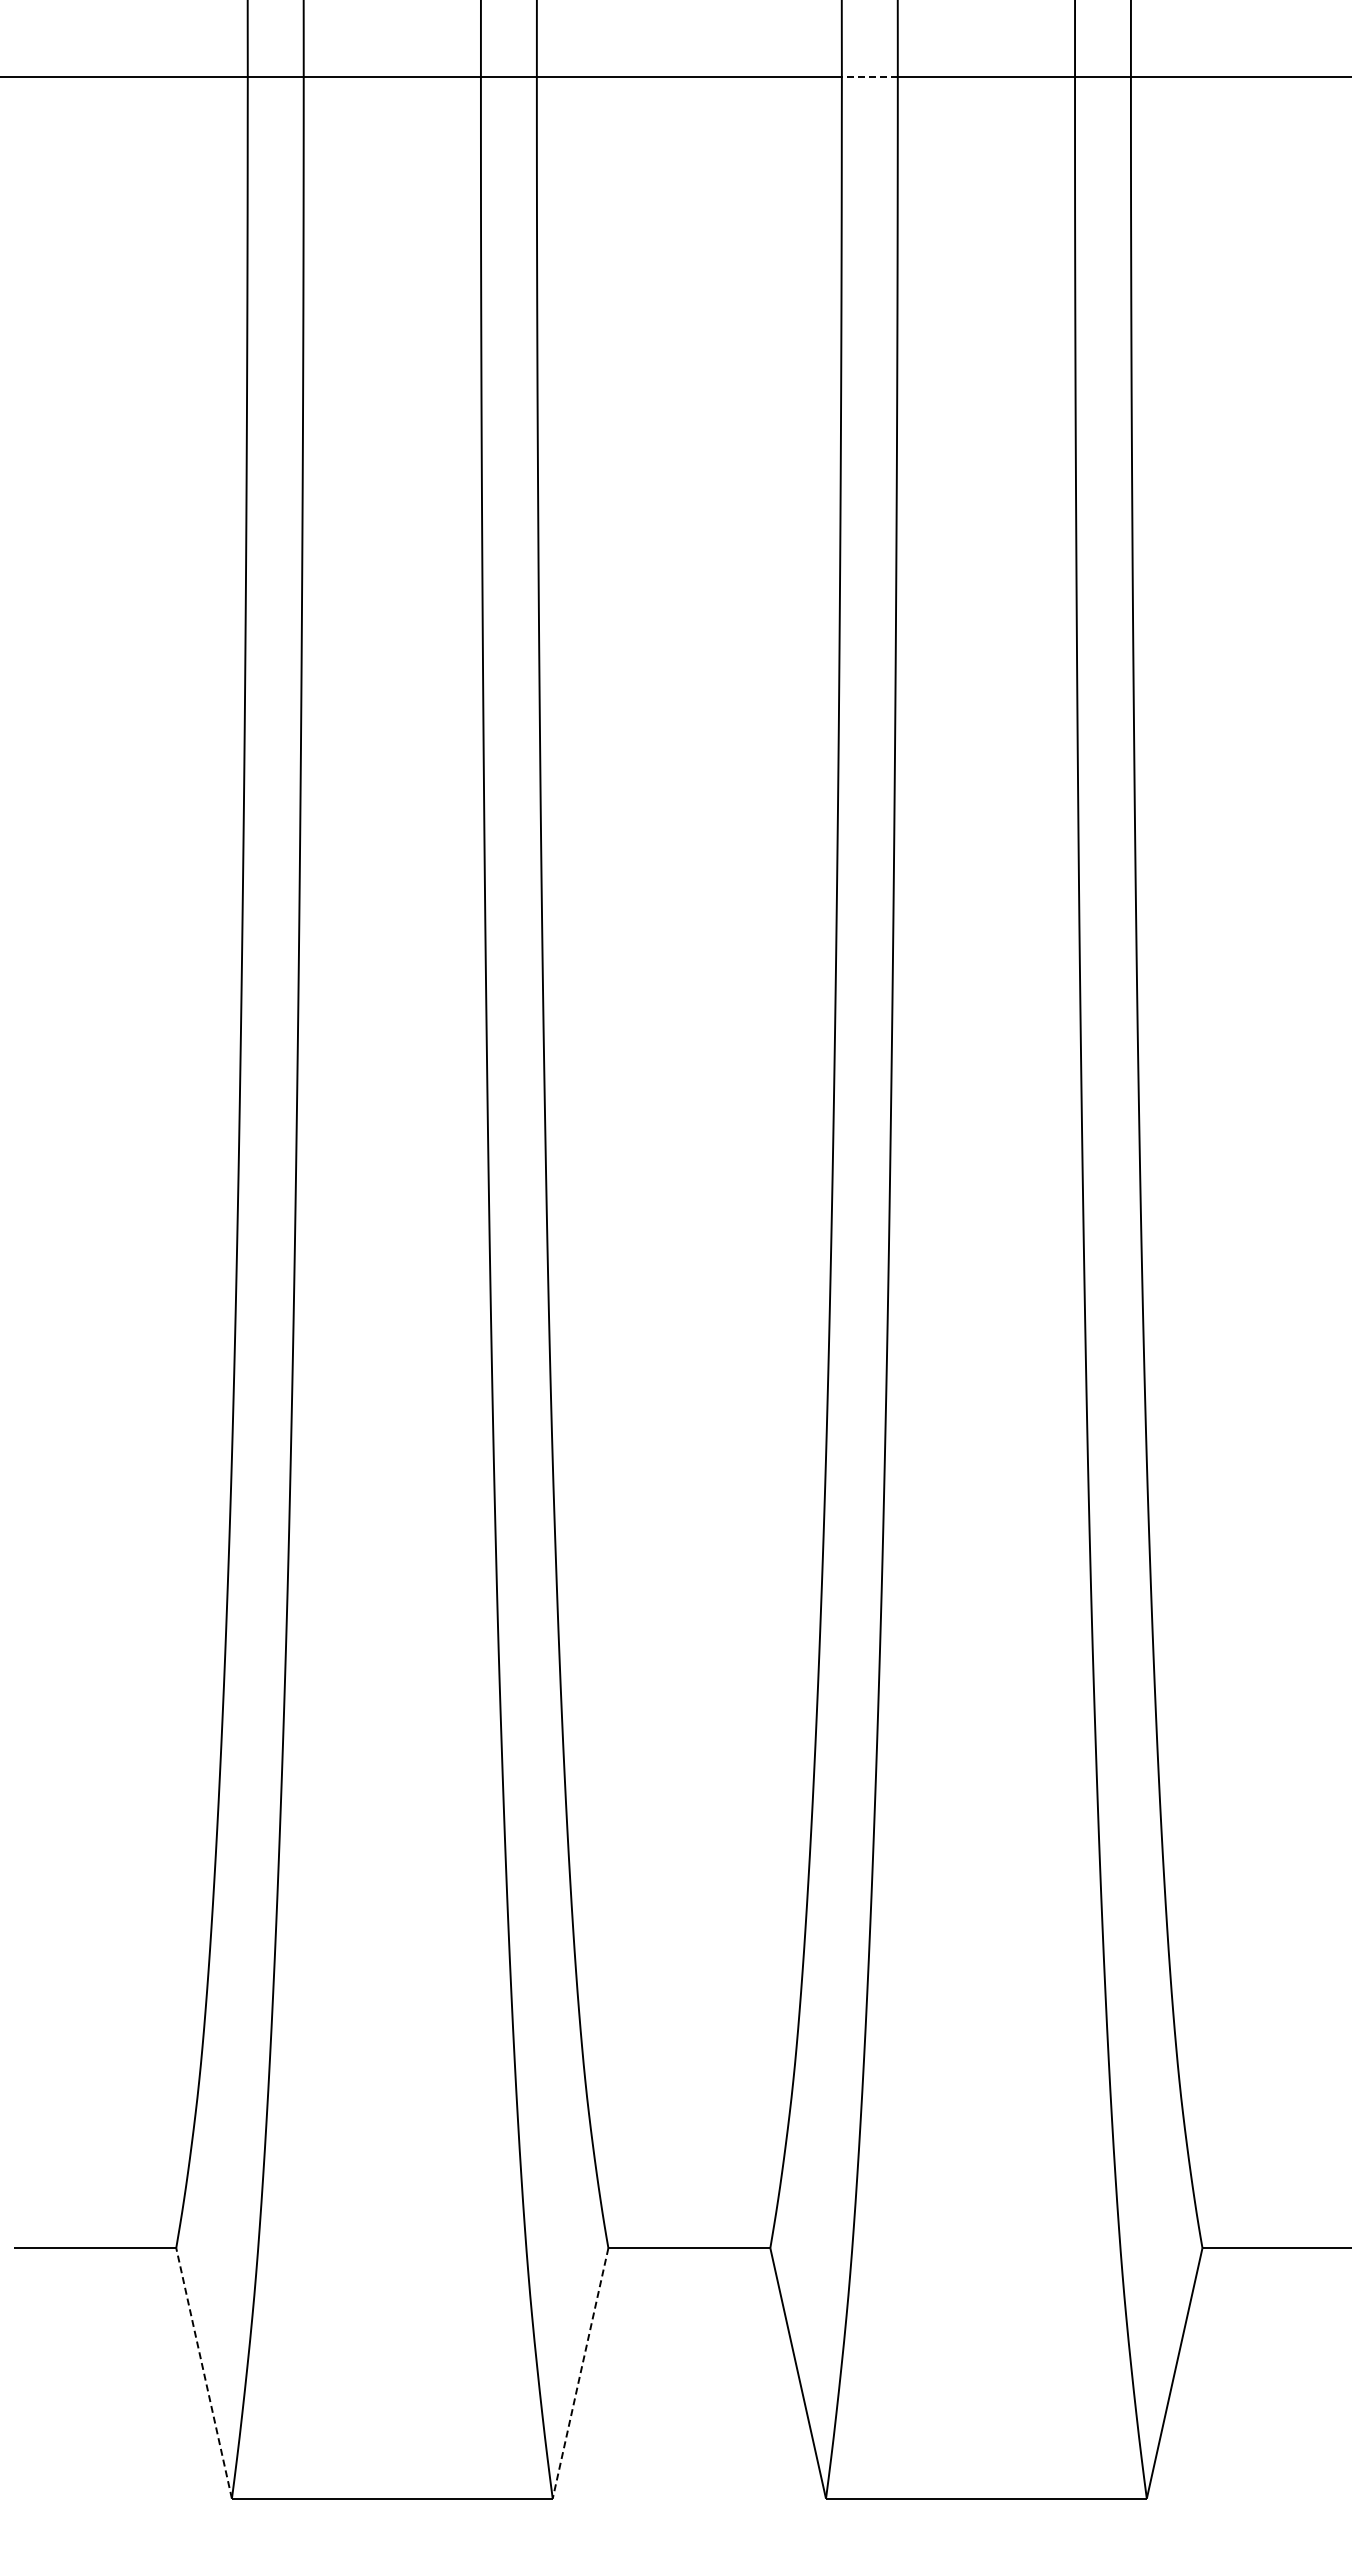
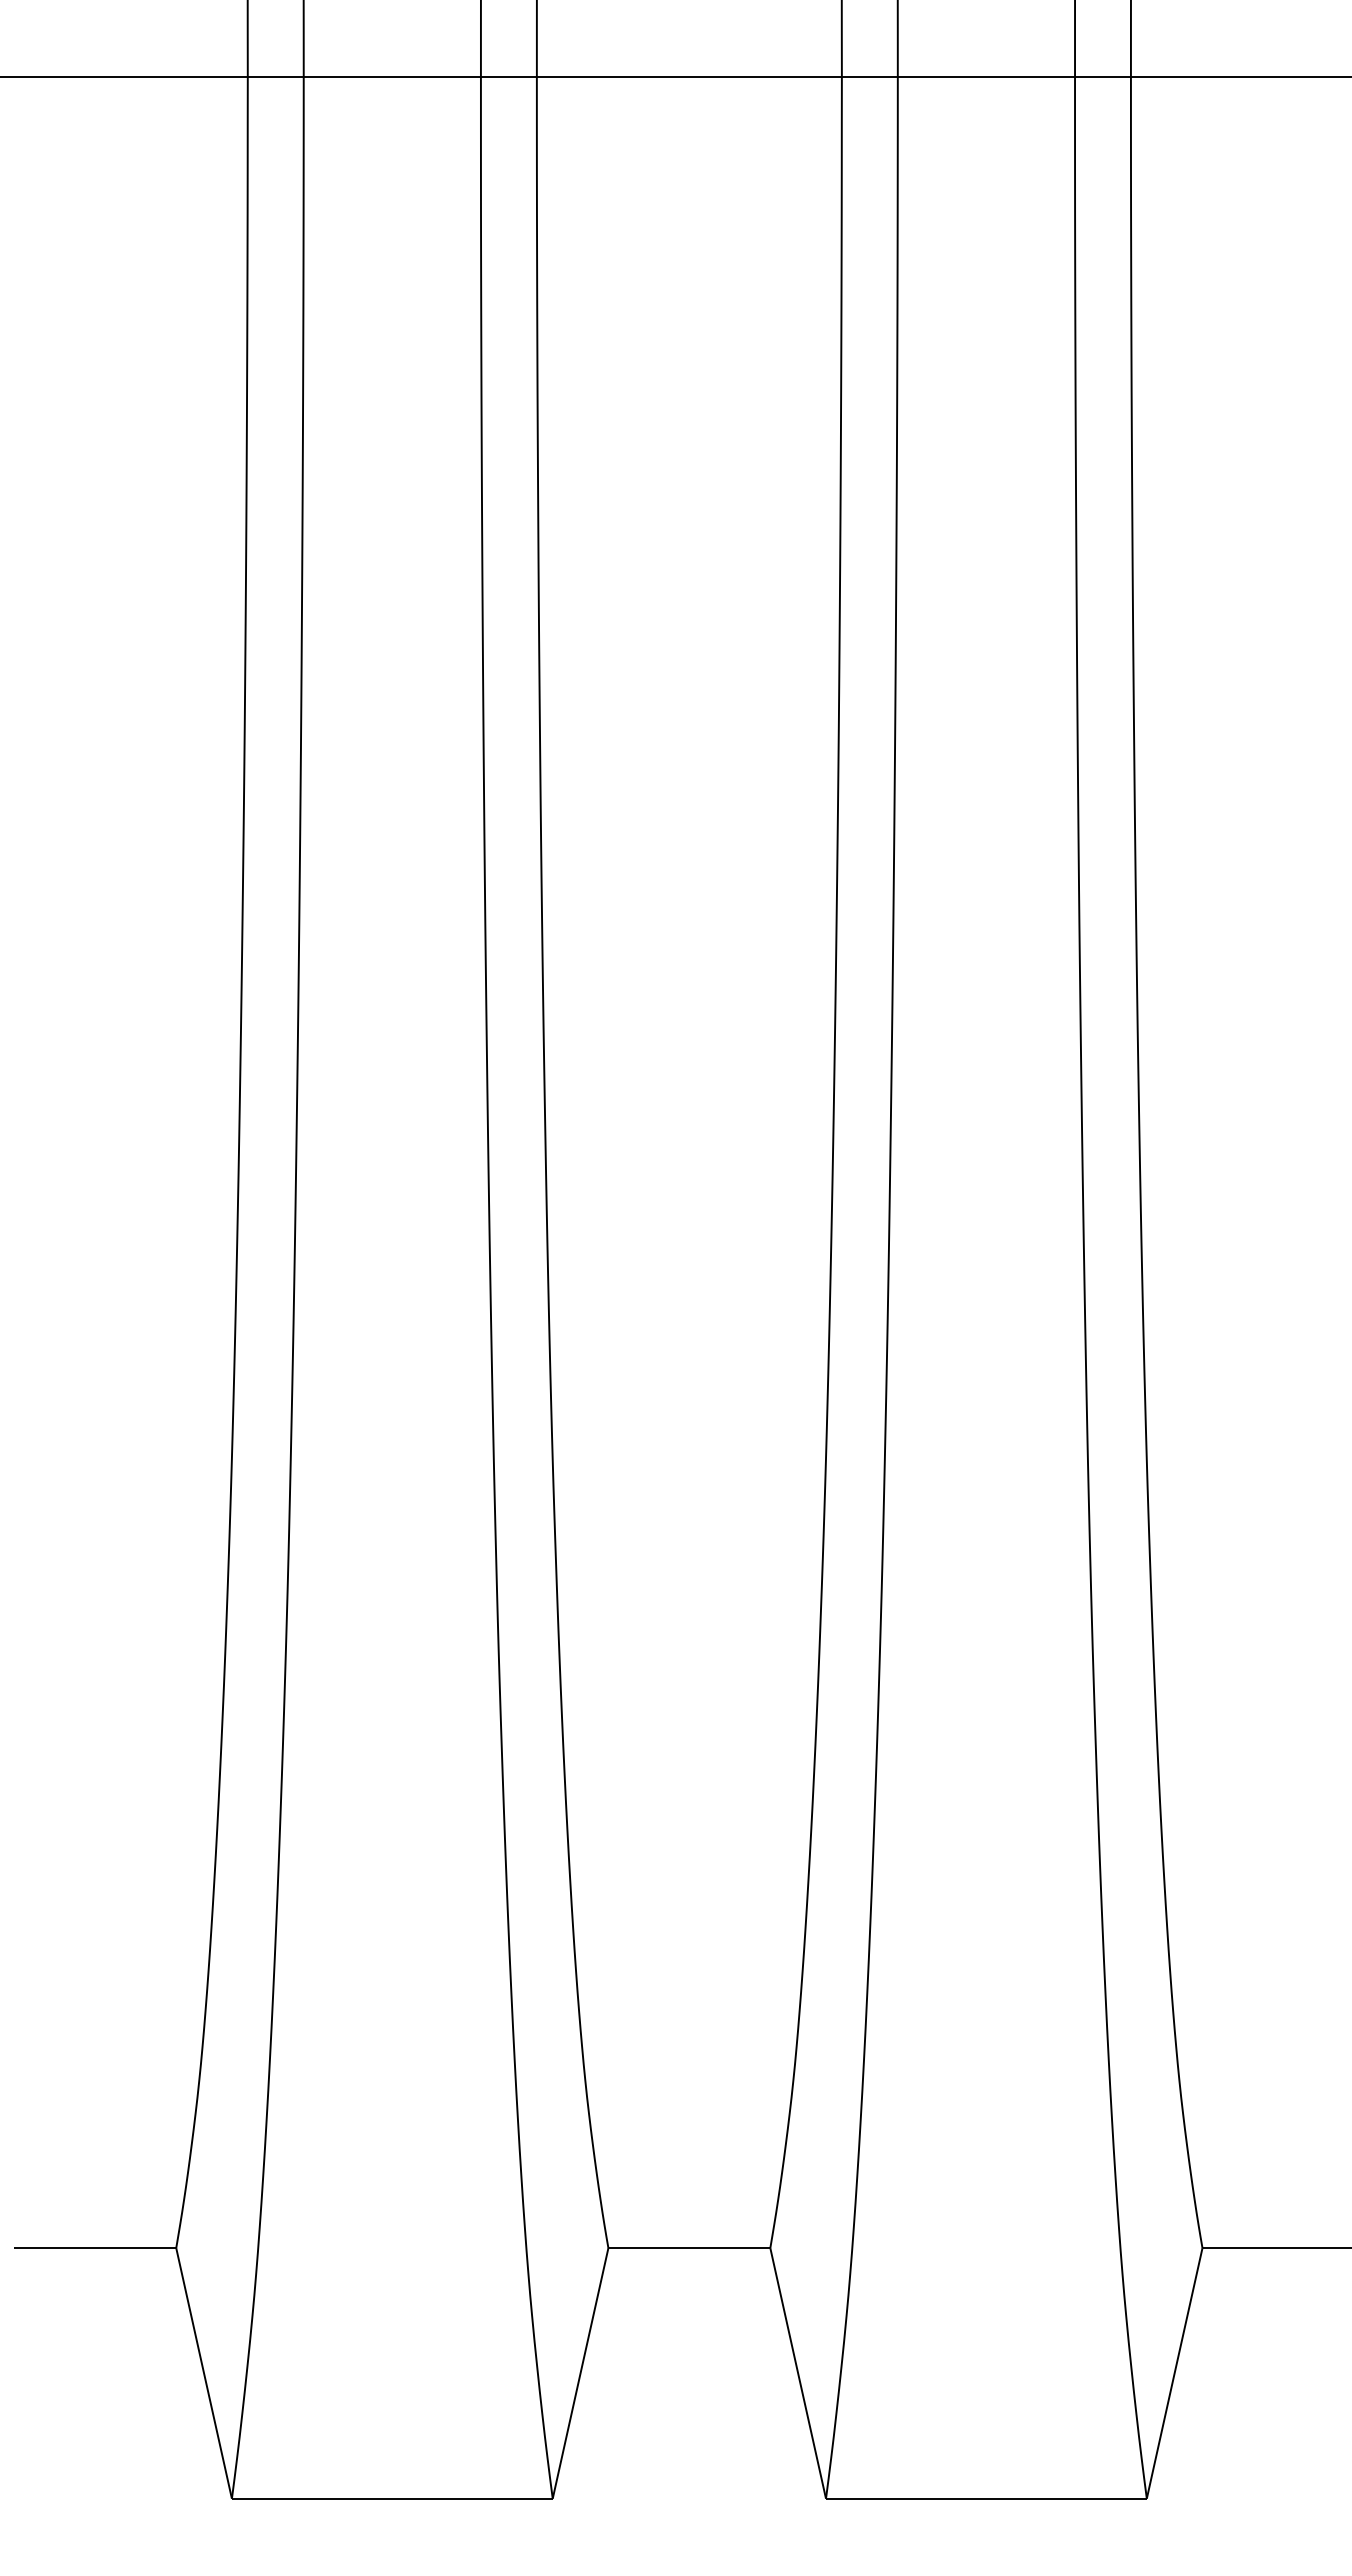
line at (869, 77): dashed -> solid
line at (204, 2373): dashed -> solid
line at (580, 2373): dashed -> solid
